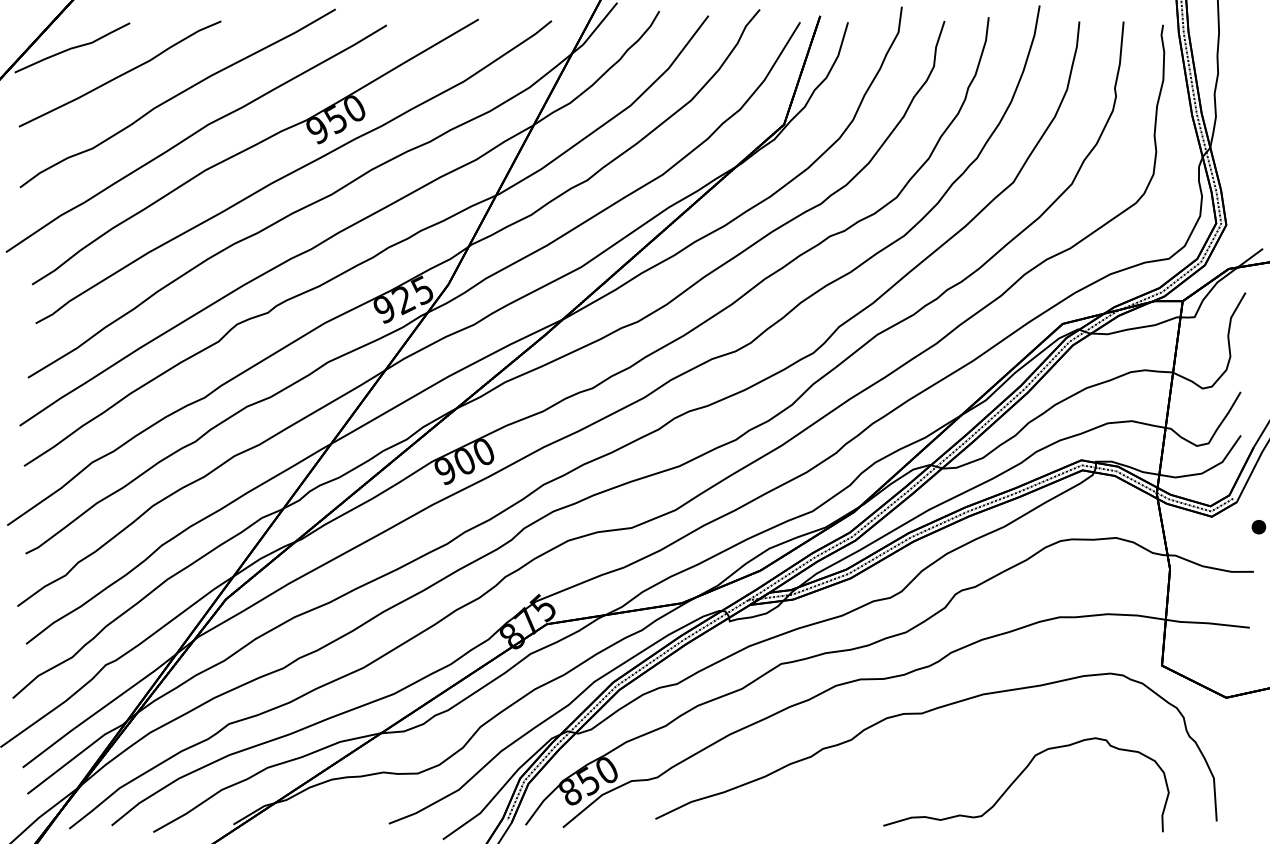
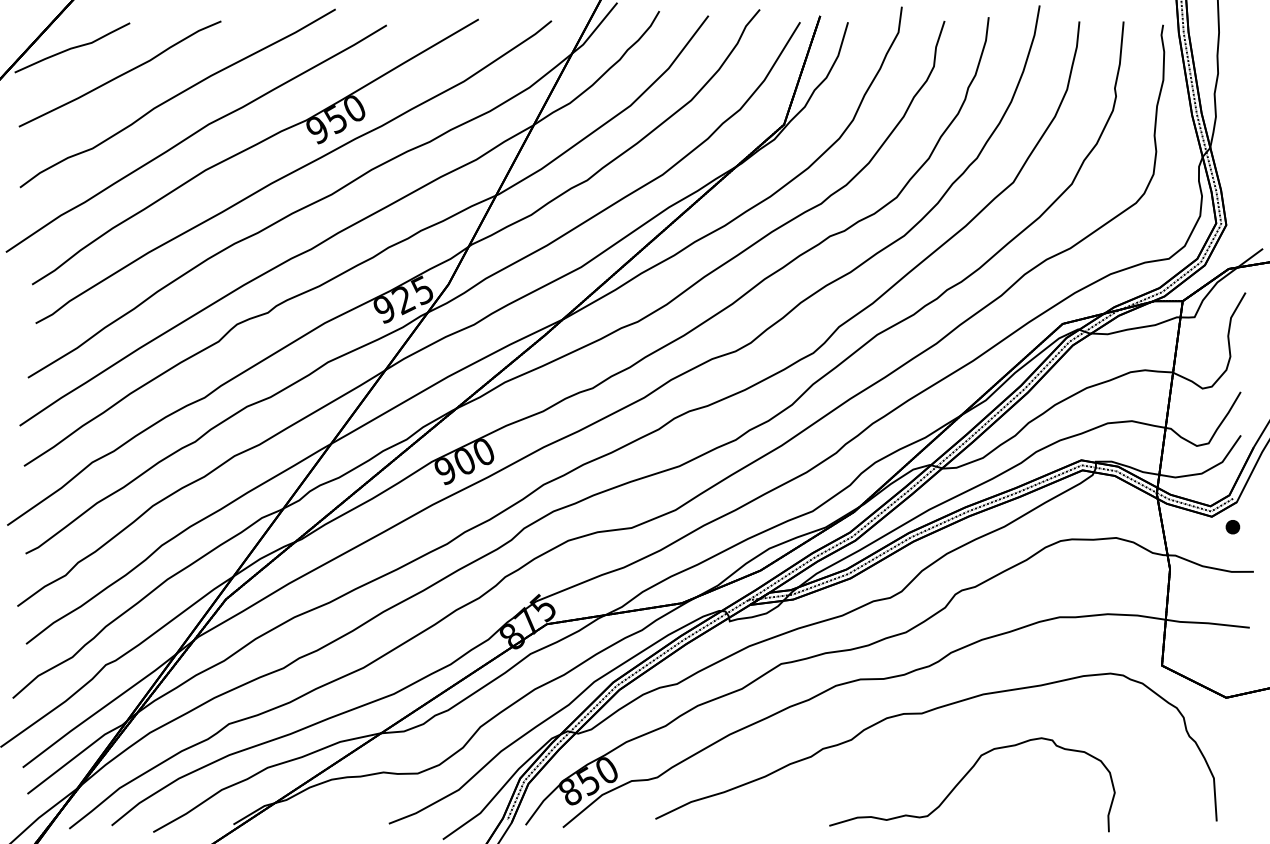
part at (1258, 527) position: (1258, 527) -> (1232, 527)
part at (1018, 778) position: (1018, 778) -> (964, 778)
